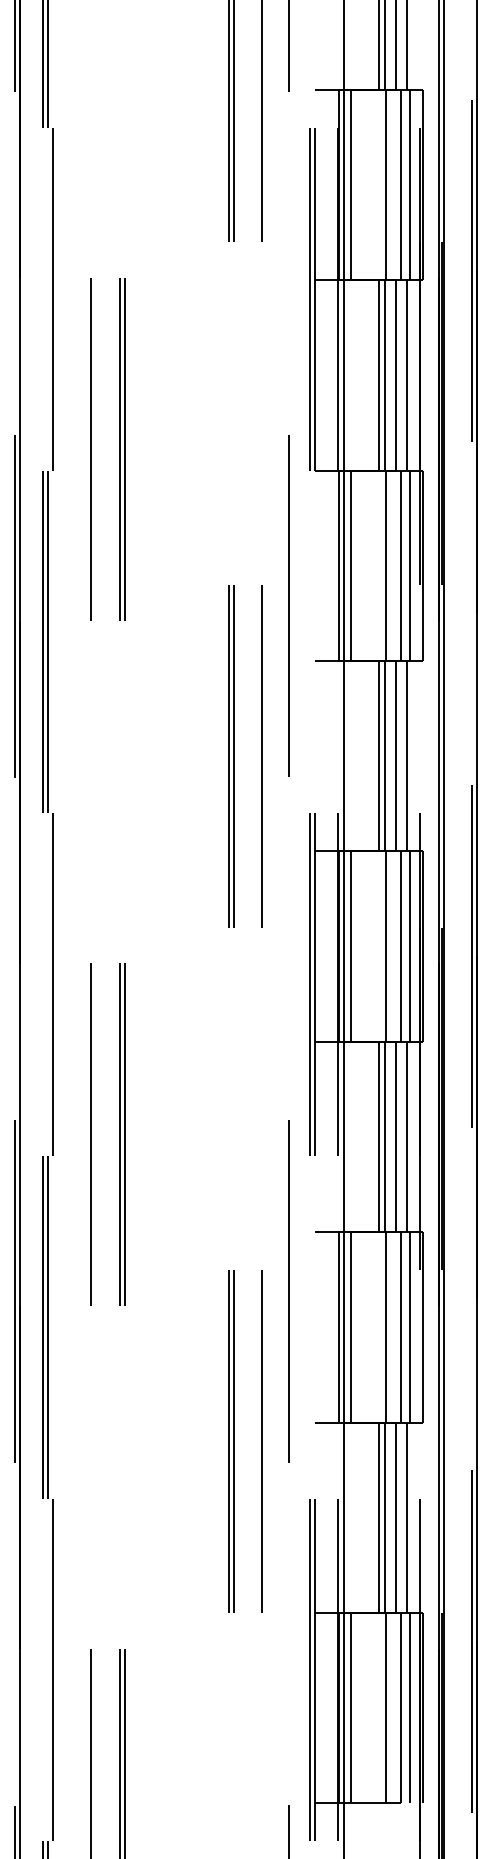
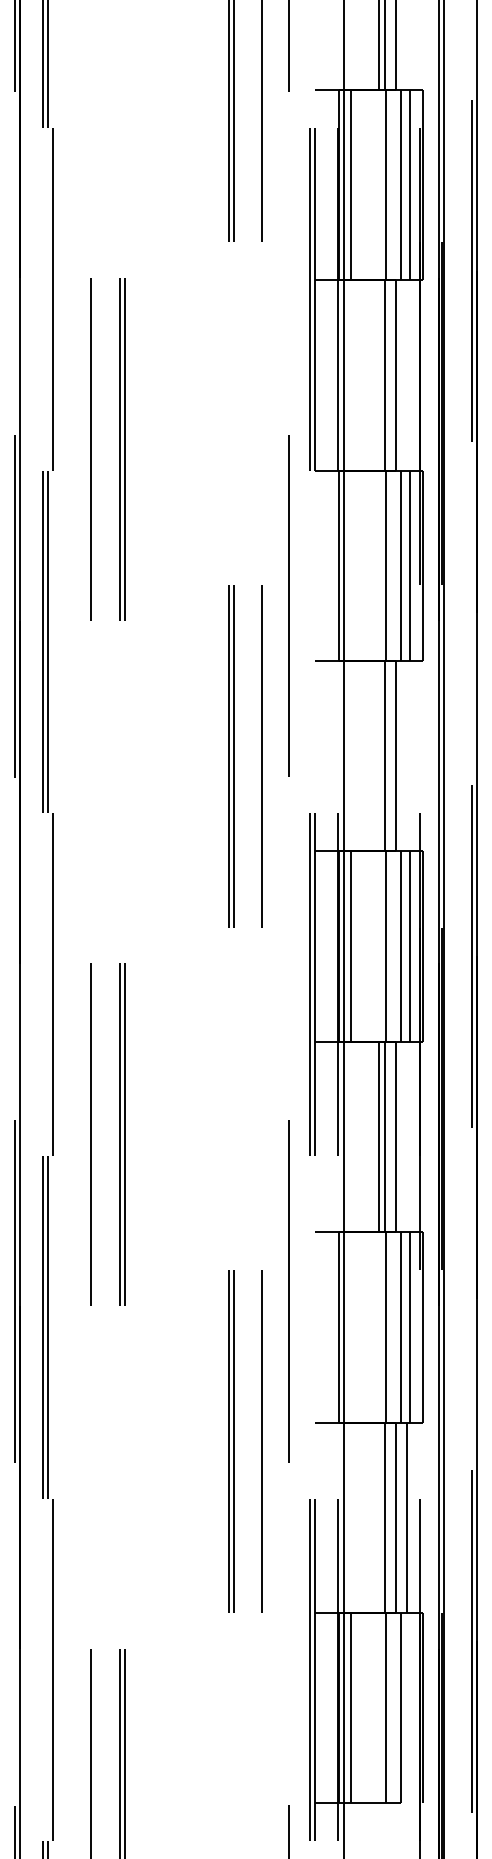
line at (406, 46): present -> none
line at (379, 375): present -> none
line at (406, 375): present -> none
line at (350, 565): present -> none
line at (379, 756): present -> none
line at (406, 756): present -> none
line at (406, 1136): present -> none
line at (350, 1327): present -> none
line at (379, 1517): present -> none
line at (409, 1707): present -> none
